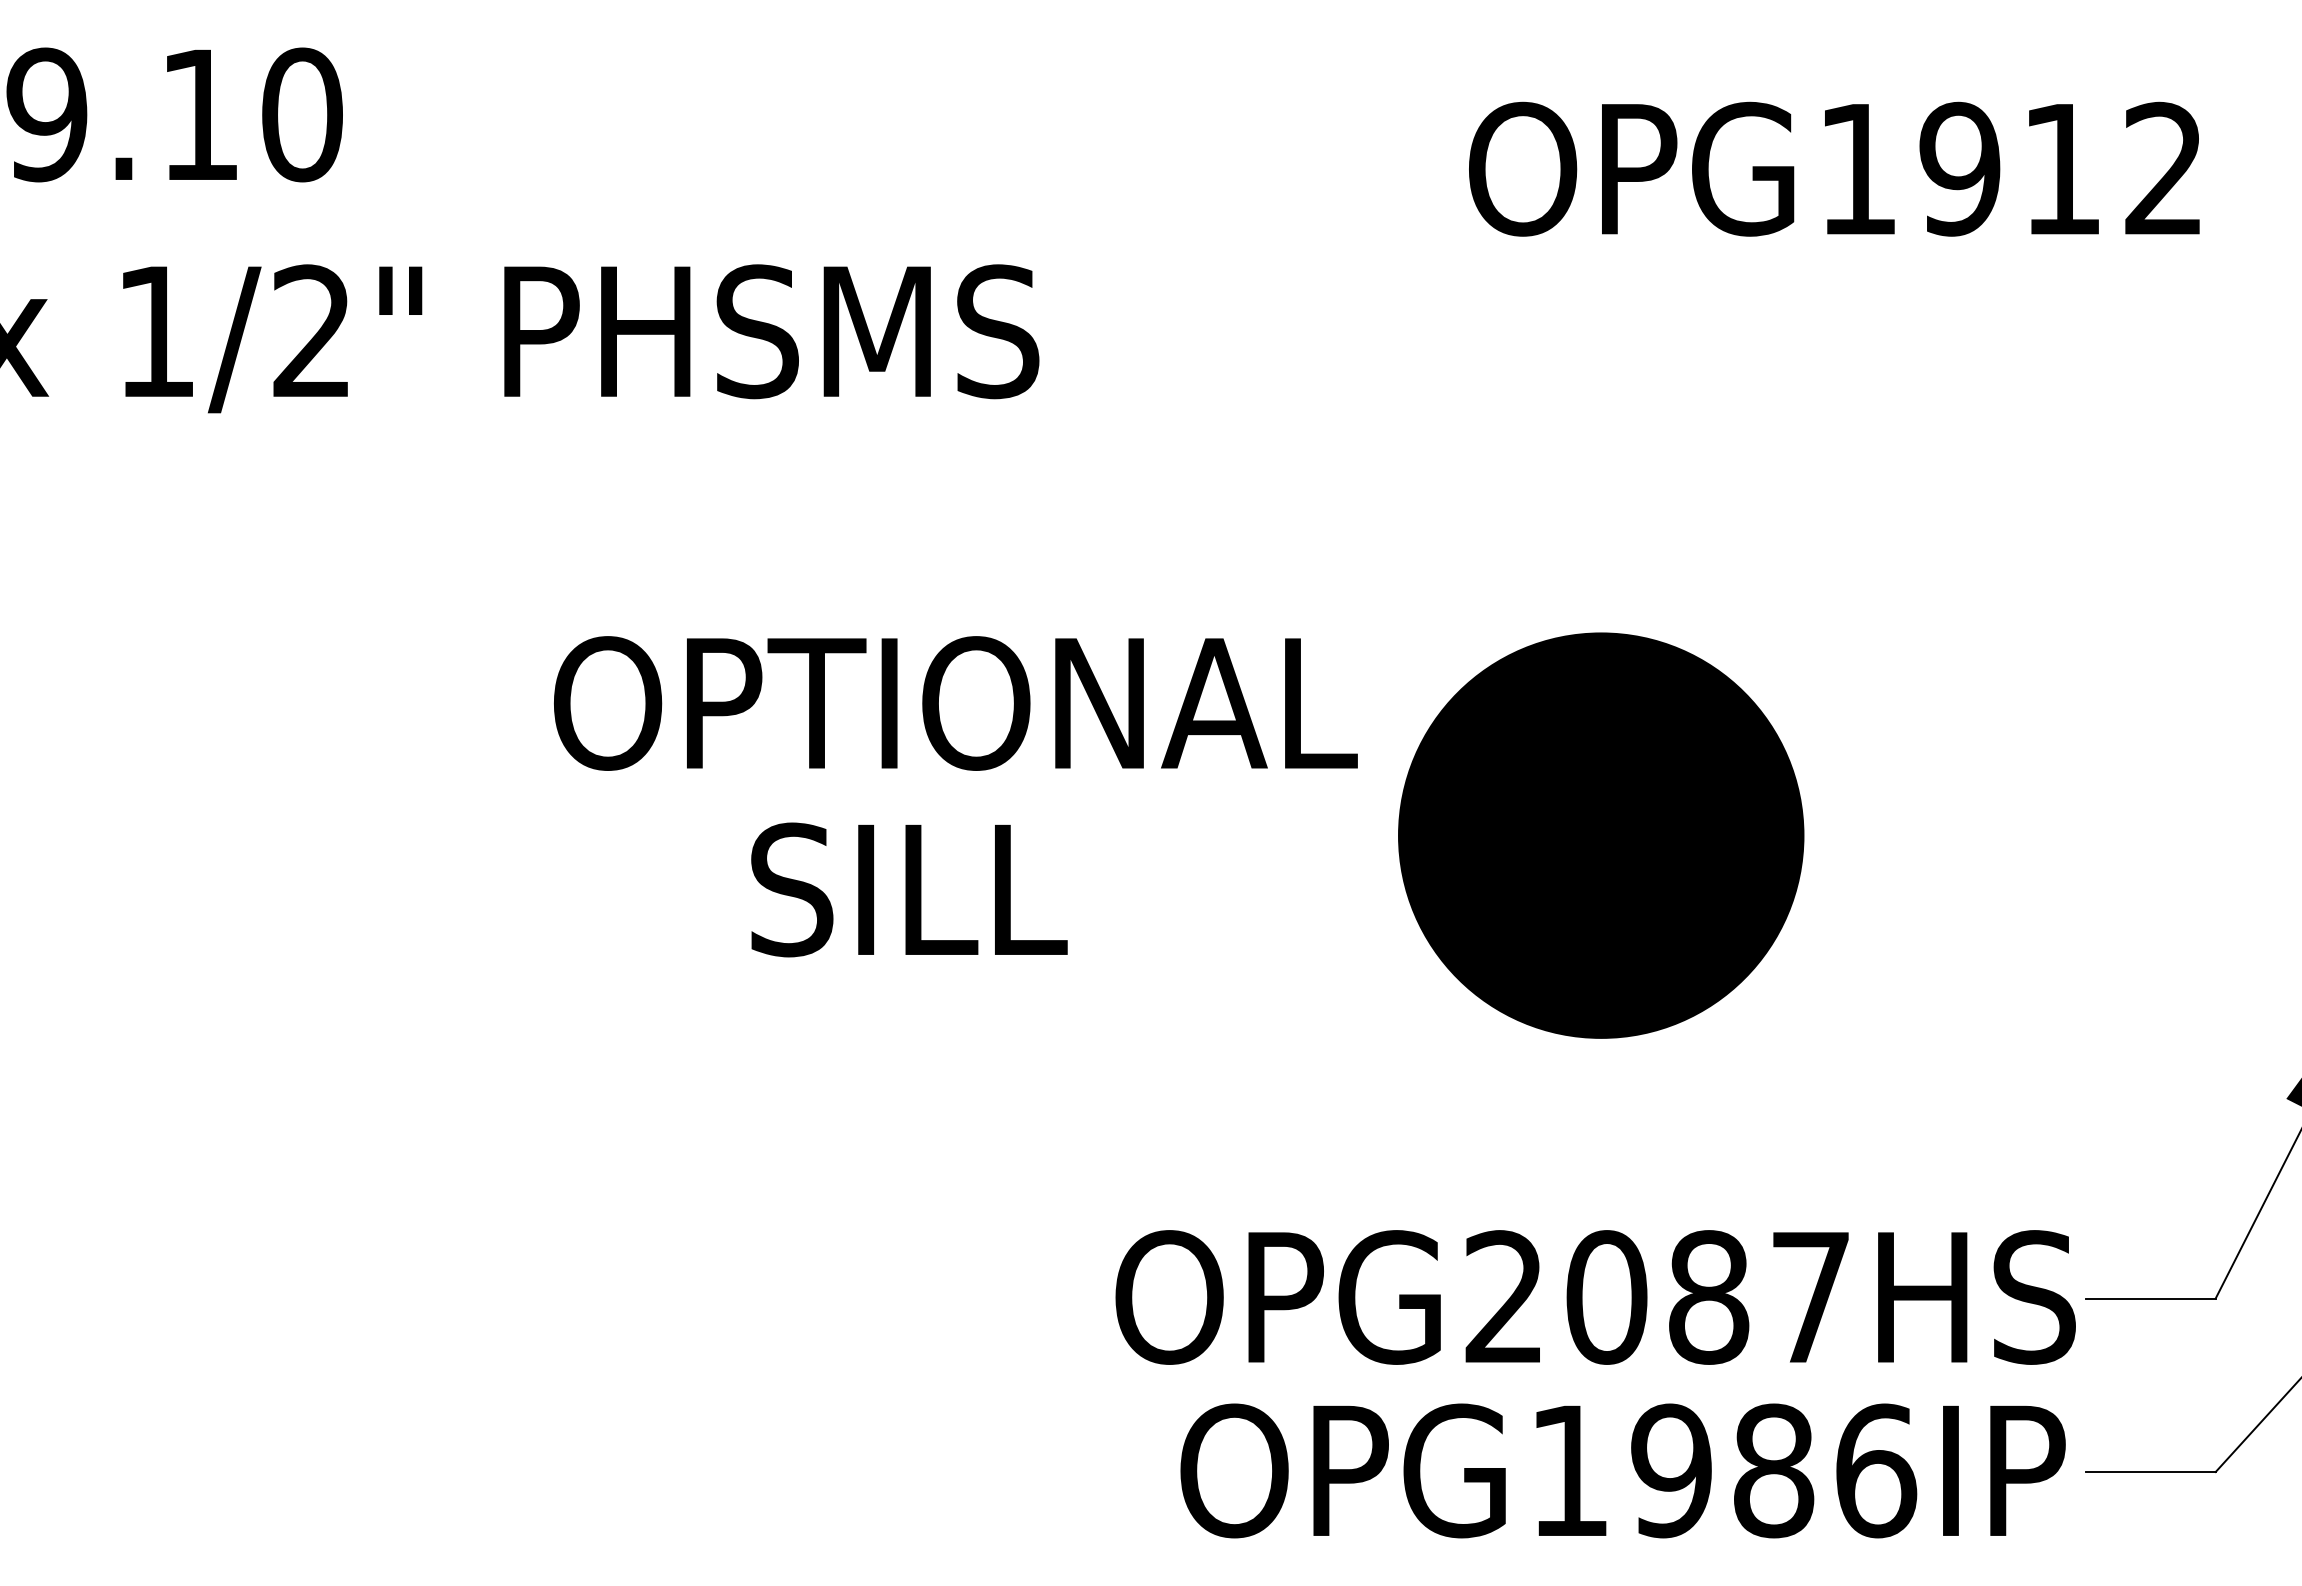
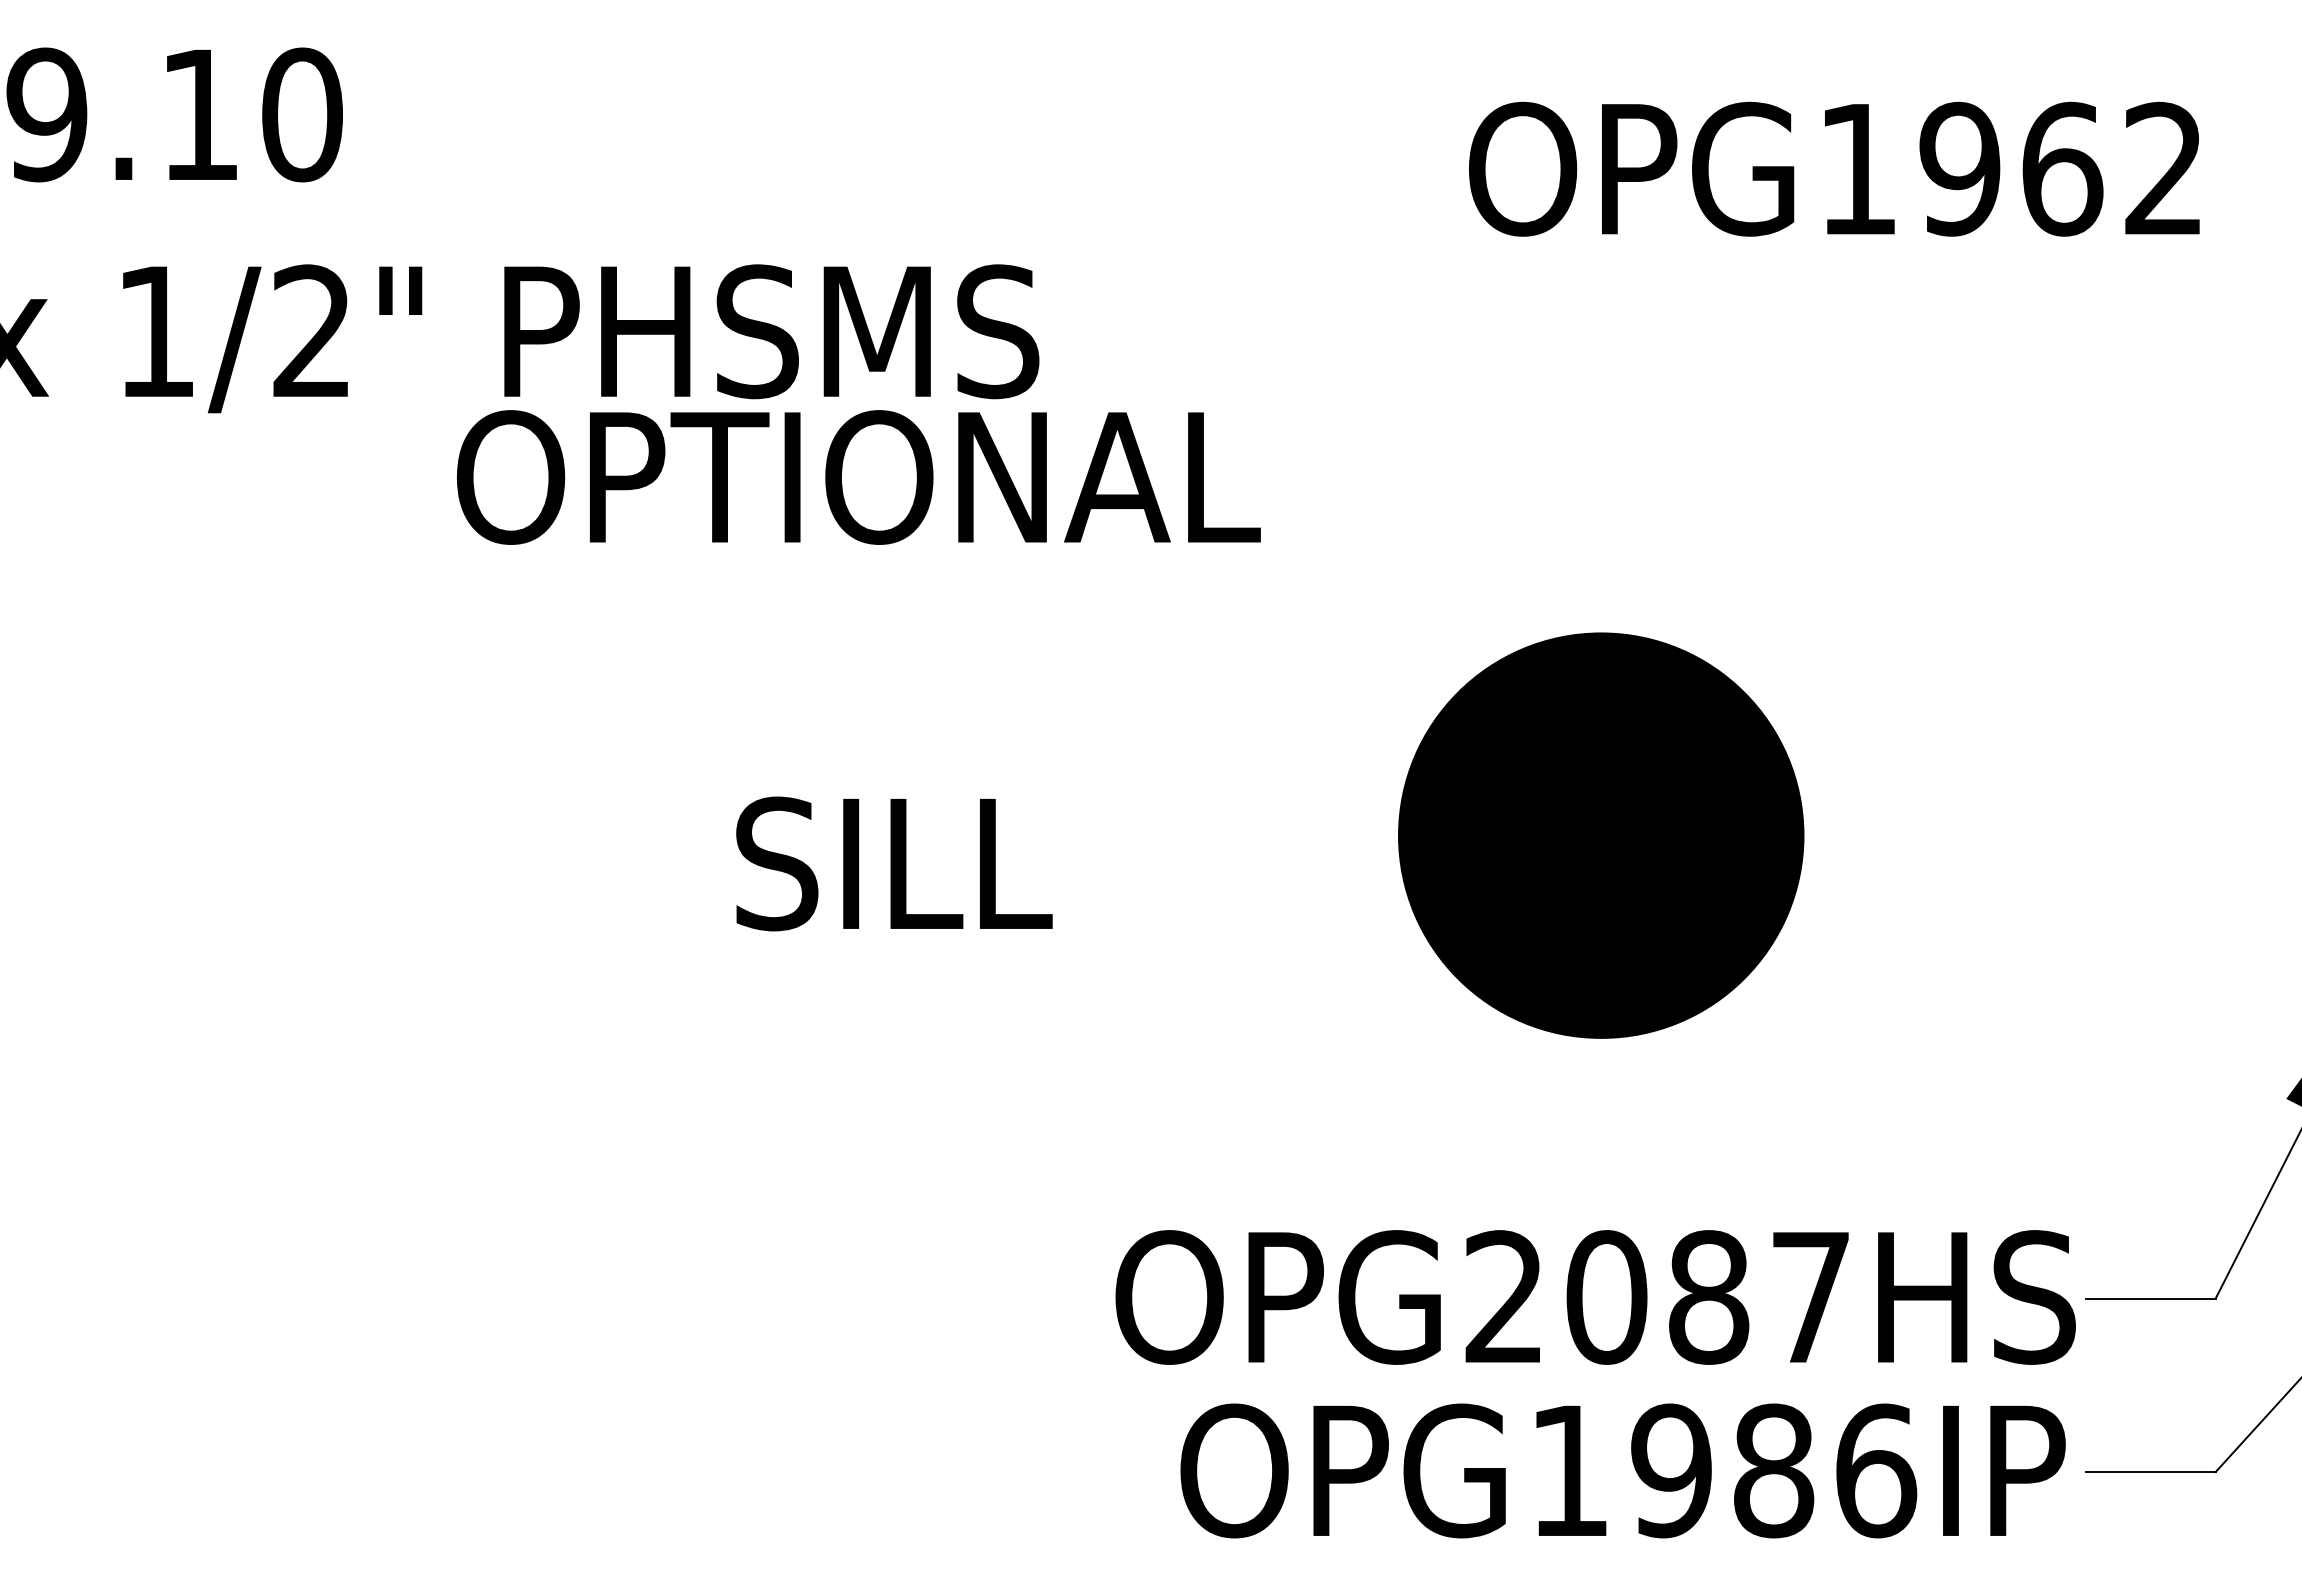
text at (2062, 168): OPG1912 -> OPG1962
text at (955, 703) position: (955, 703) -> (858, 477)
text at (909, 889) position: (909, 889) -> (894, 863)
